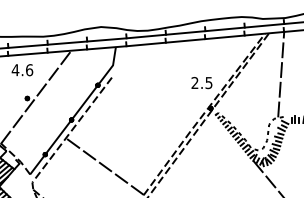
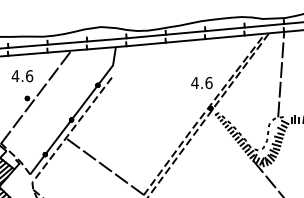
text at (22, 70) position: (22, 70) -> (22, 76)
text at (201, 83): 2.5 -> 4.6
